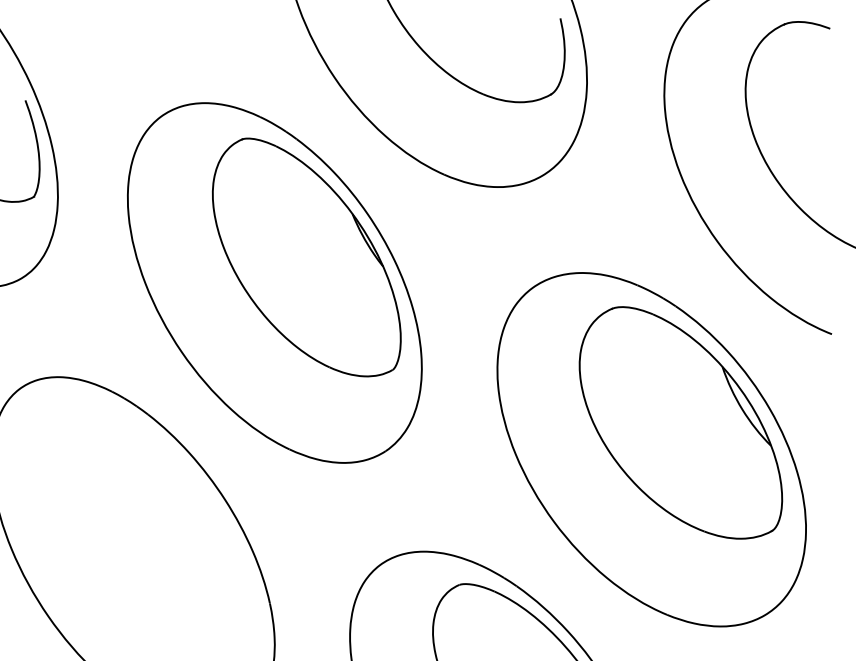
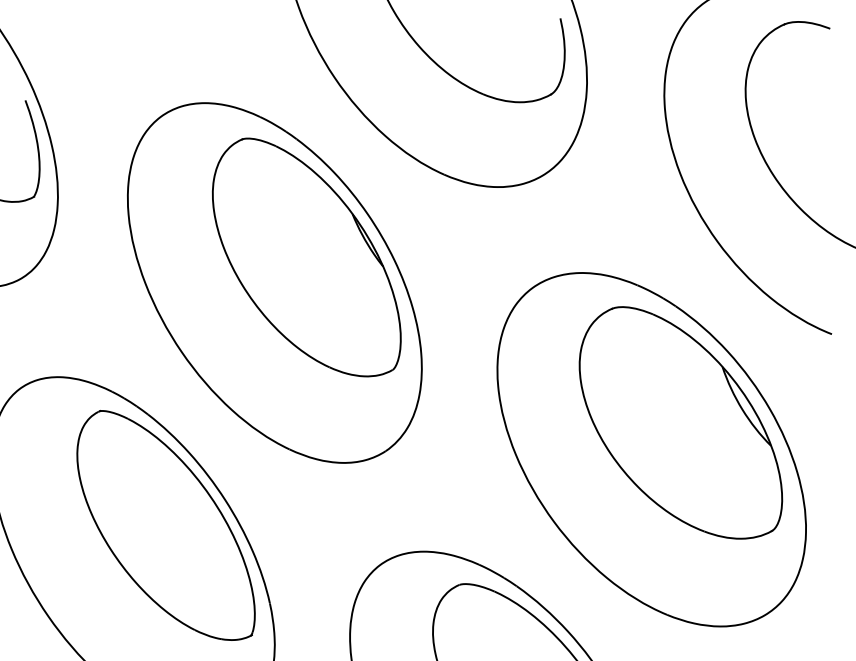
part at (165, 525): none -> present
